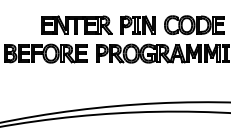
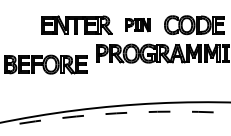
part at (137, 24) size: 36x20 px -> 26x15 px
part at (45, 53) position: (45, 53) -> (45, 64)
arc at (114, 113): solid -> dashed
